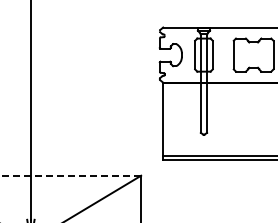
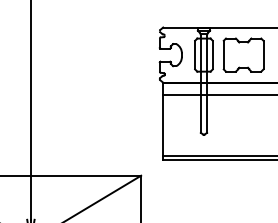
part at (253, 54) position: (253, 54) -> (243, 54)
line at (218, 94): none -> present
line at (70, 175): dashed -> solid
